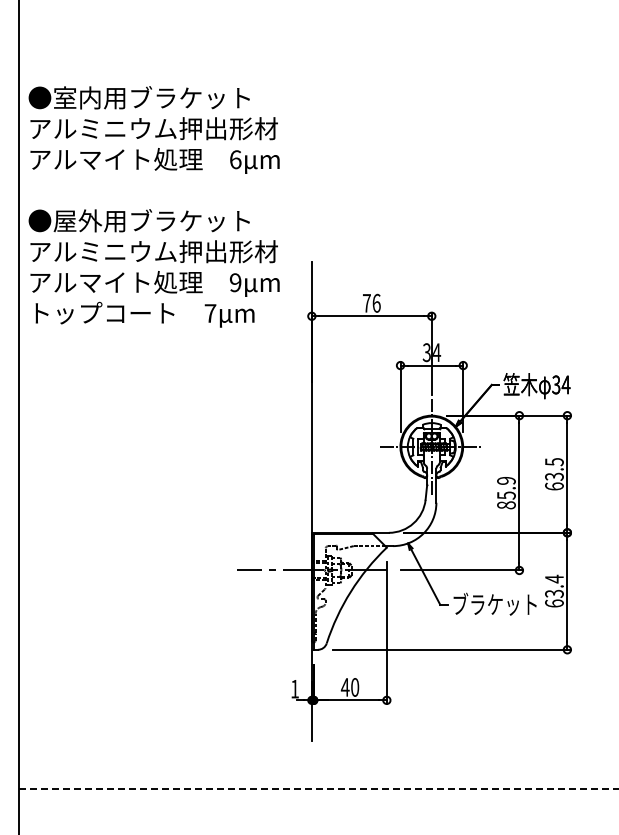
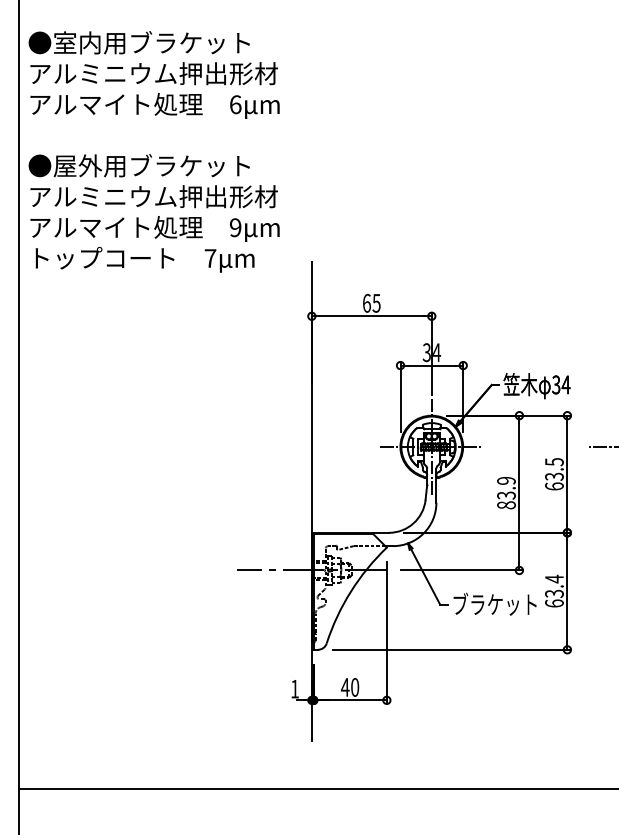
text at (153, 206) position: (153, 206) -> (153, 151)
text at (371, 302): 76 -> 65
line at (600, 447): none -> present
text at (506, 495): 85.9 -> 83.9
line at (318, 789): dashed -> solid
